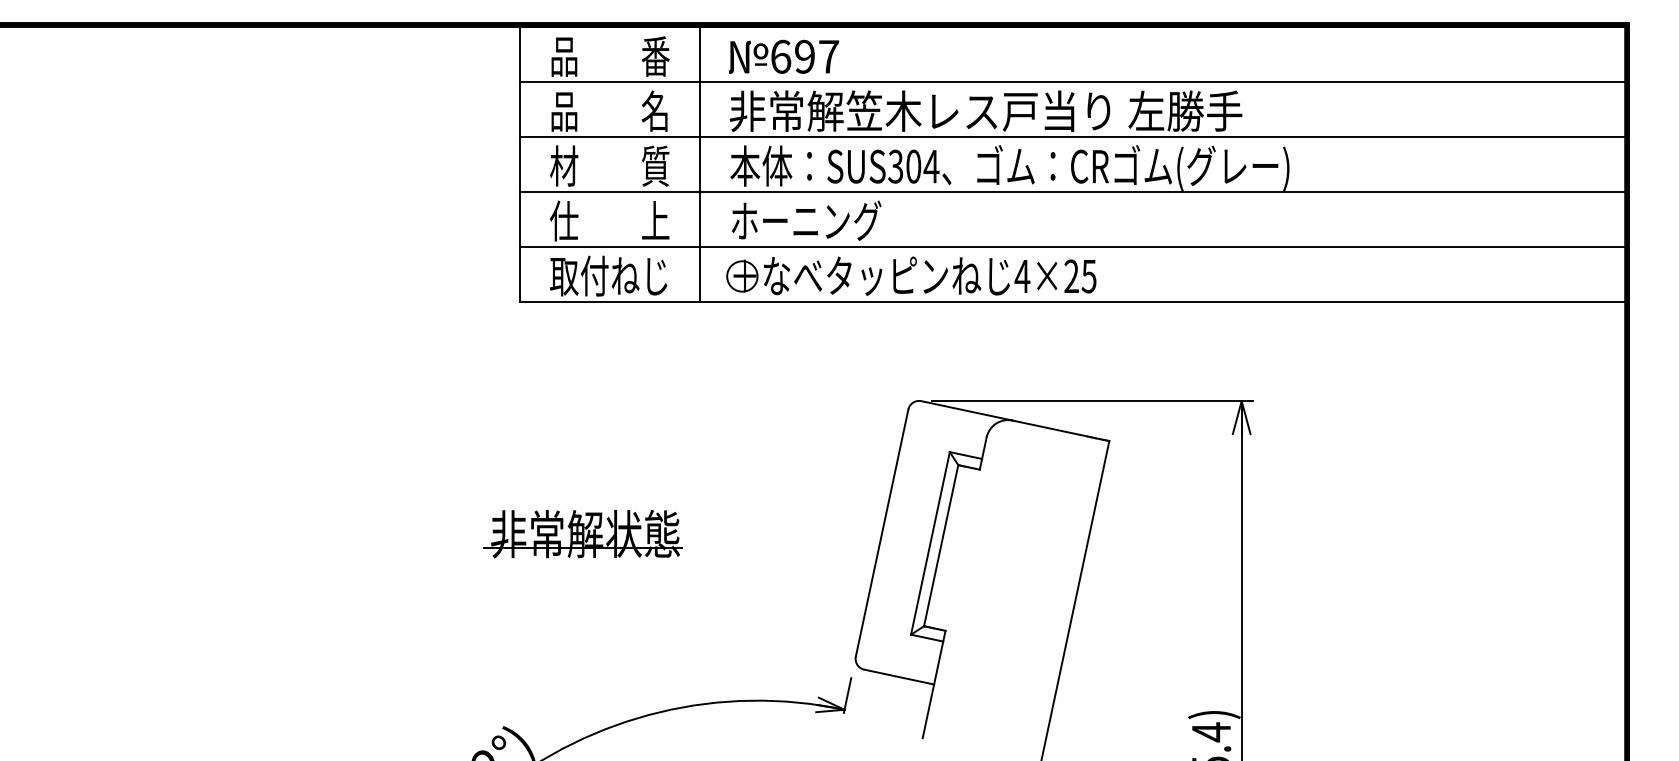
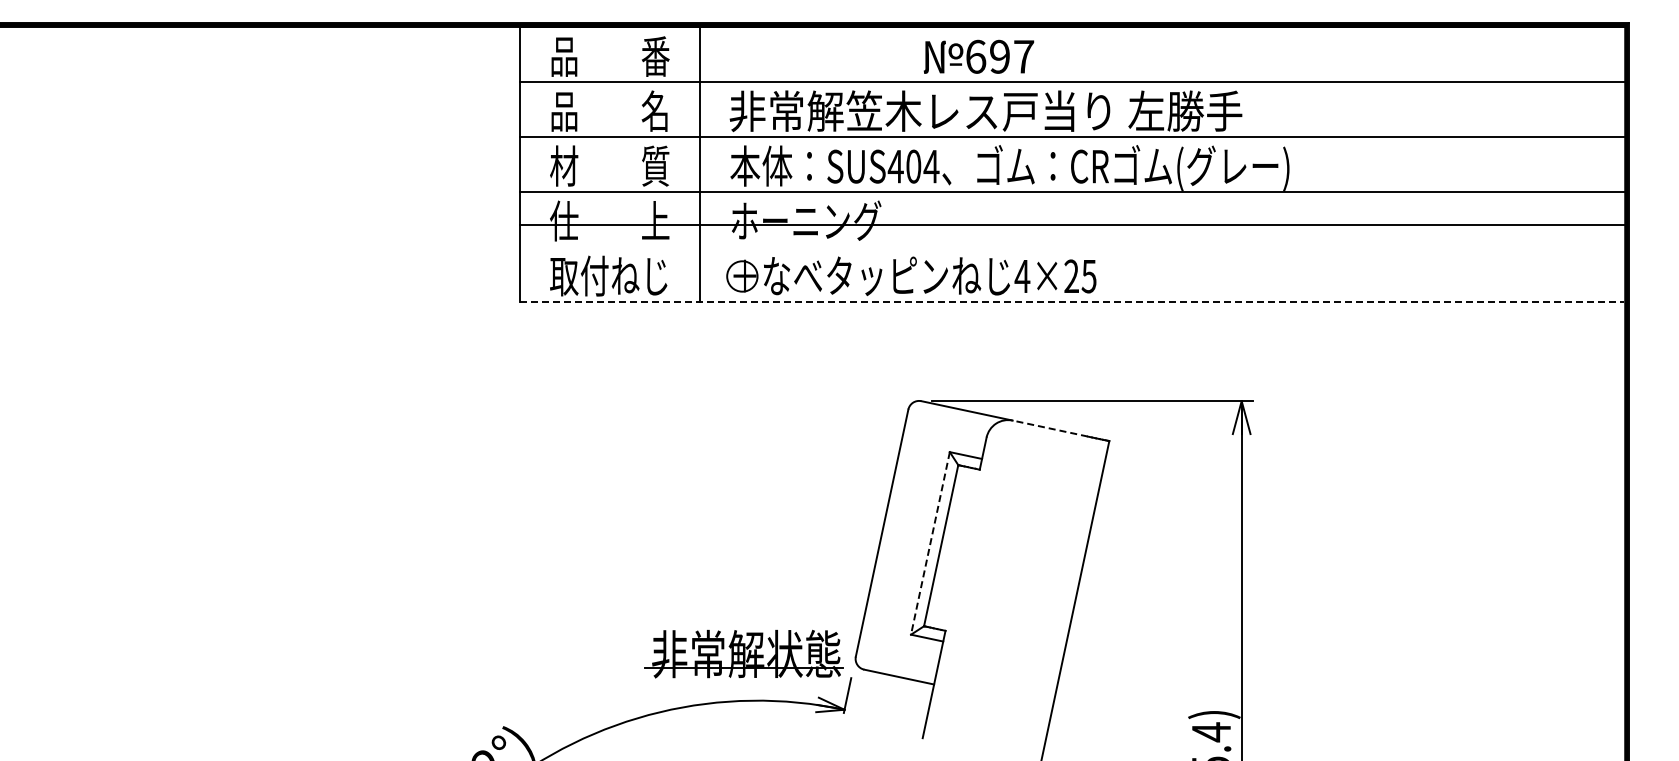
text at (783, 56) position: (783, 56) -> (978, 56)
text at (895, 166): SUS304 -> SUS404
line at (1072, 246) position: (1072, 246) -> (1072, 224)
line at (1072, 301): solid -> dashed
line at (1049, 428): solid -> dashed
part at (582, 533) position: (582, 533) -> (743, 653)
line at (930, 543): solid -> dashed
